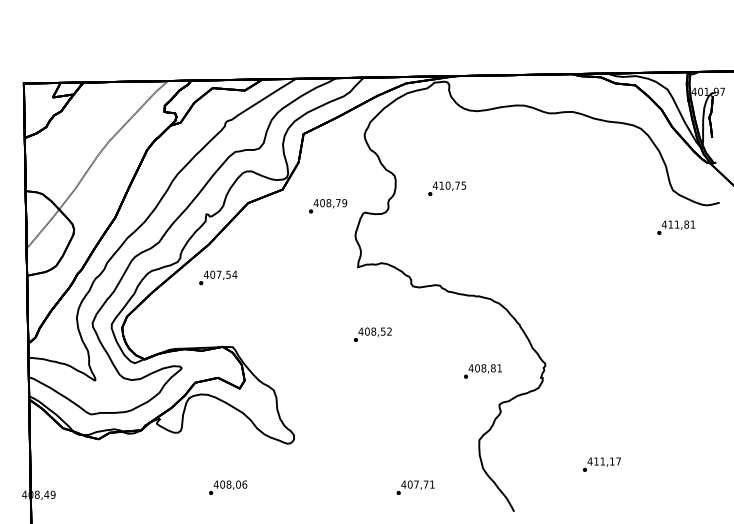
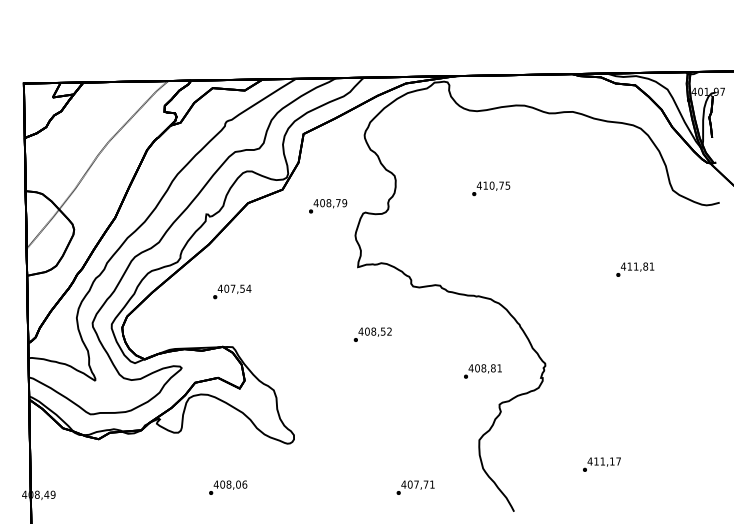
text at (447, 188) position: (447, 188) -> (491, 188)
text at (676, 227) position: (676, 227) -> (635, 269)
text at (218, 277) position: (218, 277) -> (232, 291)
